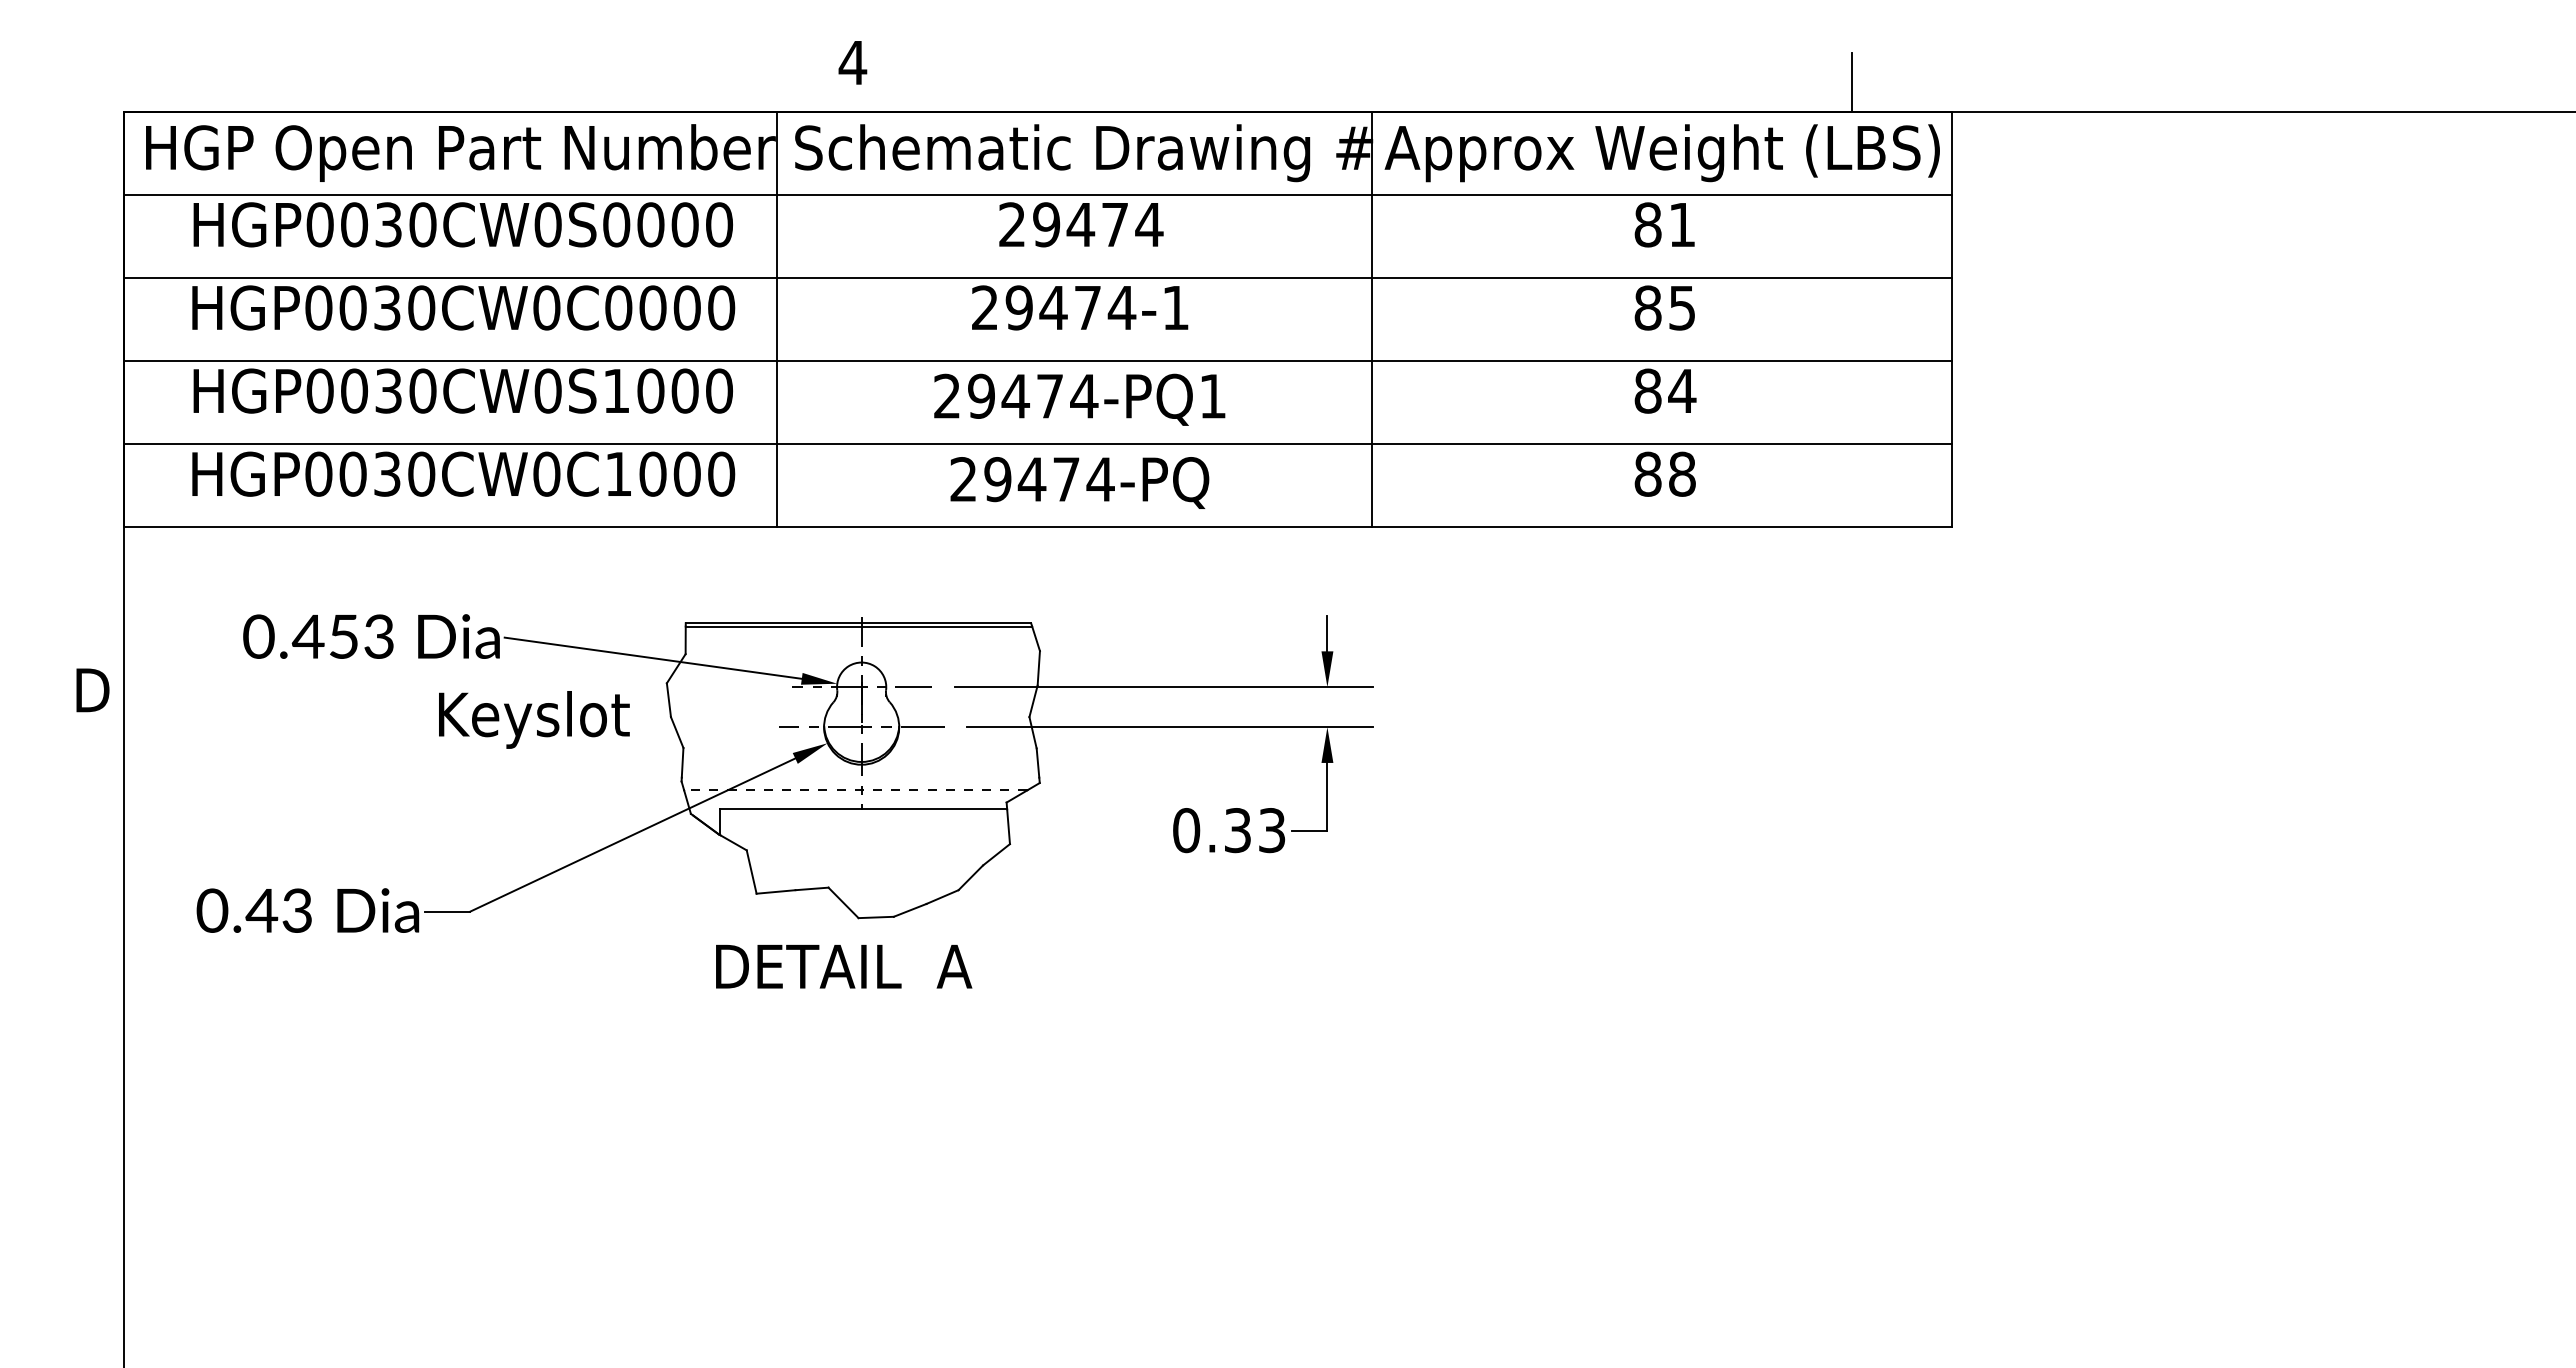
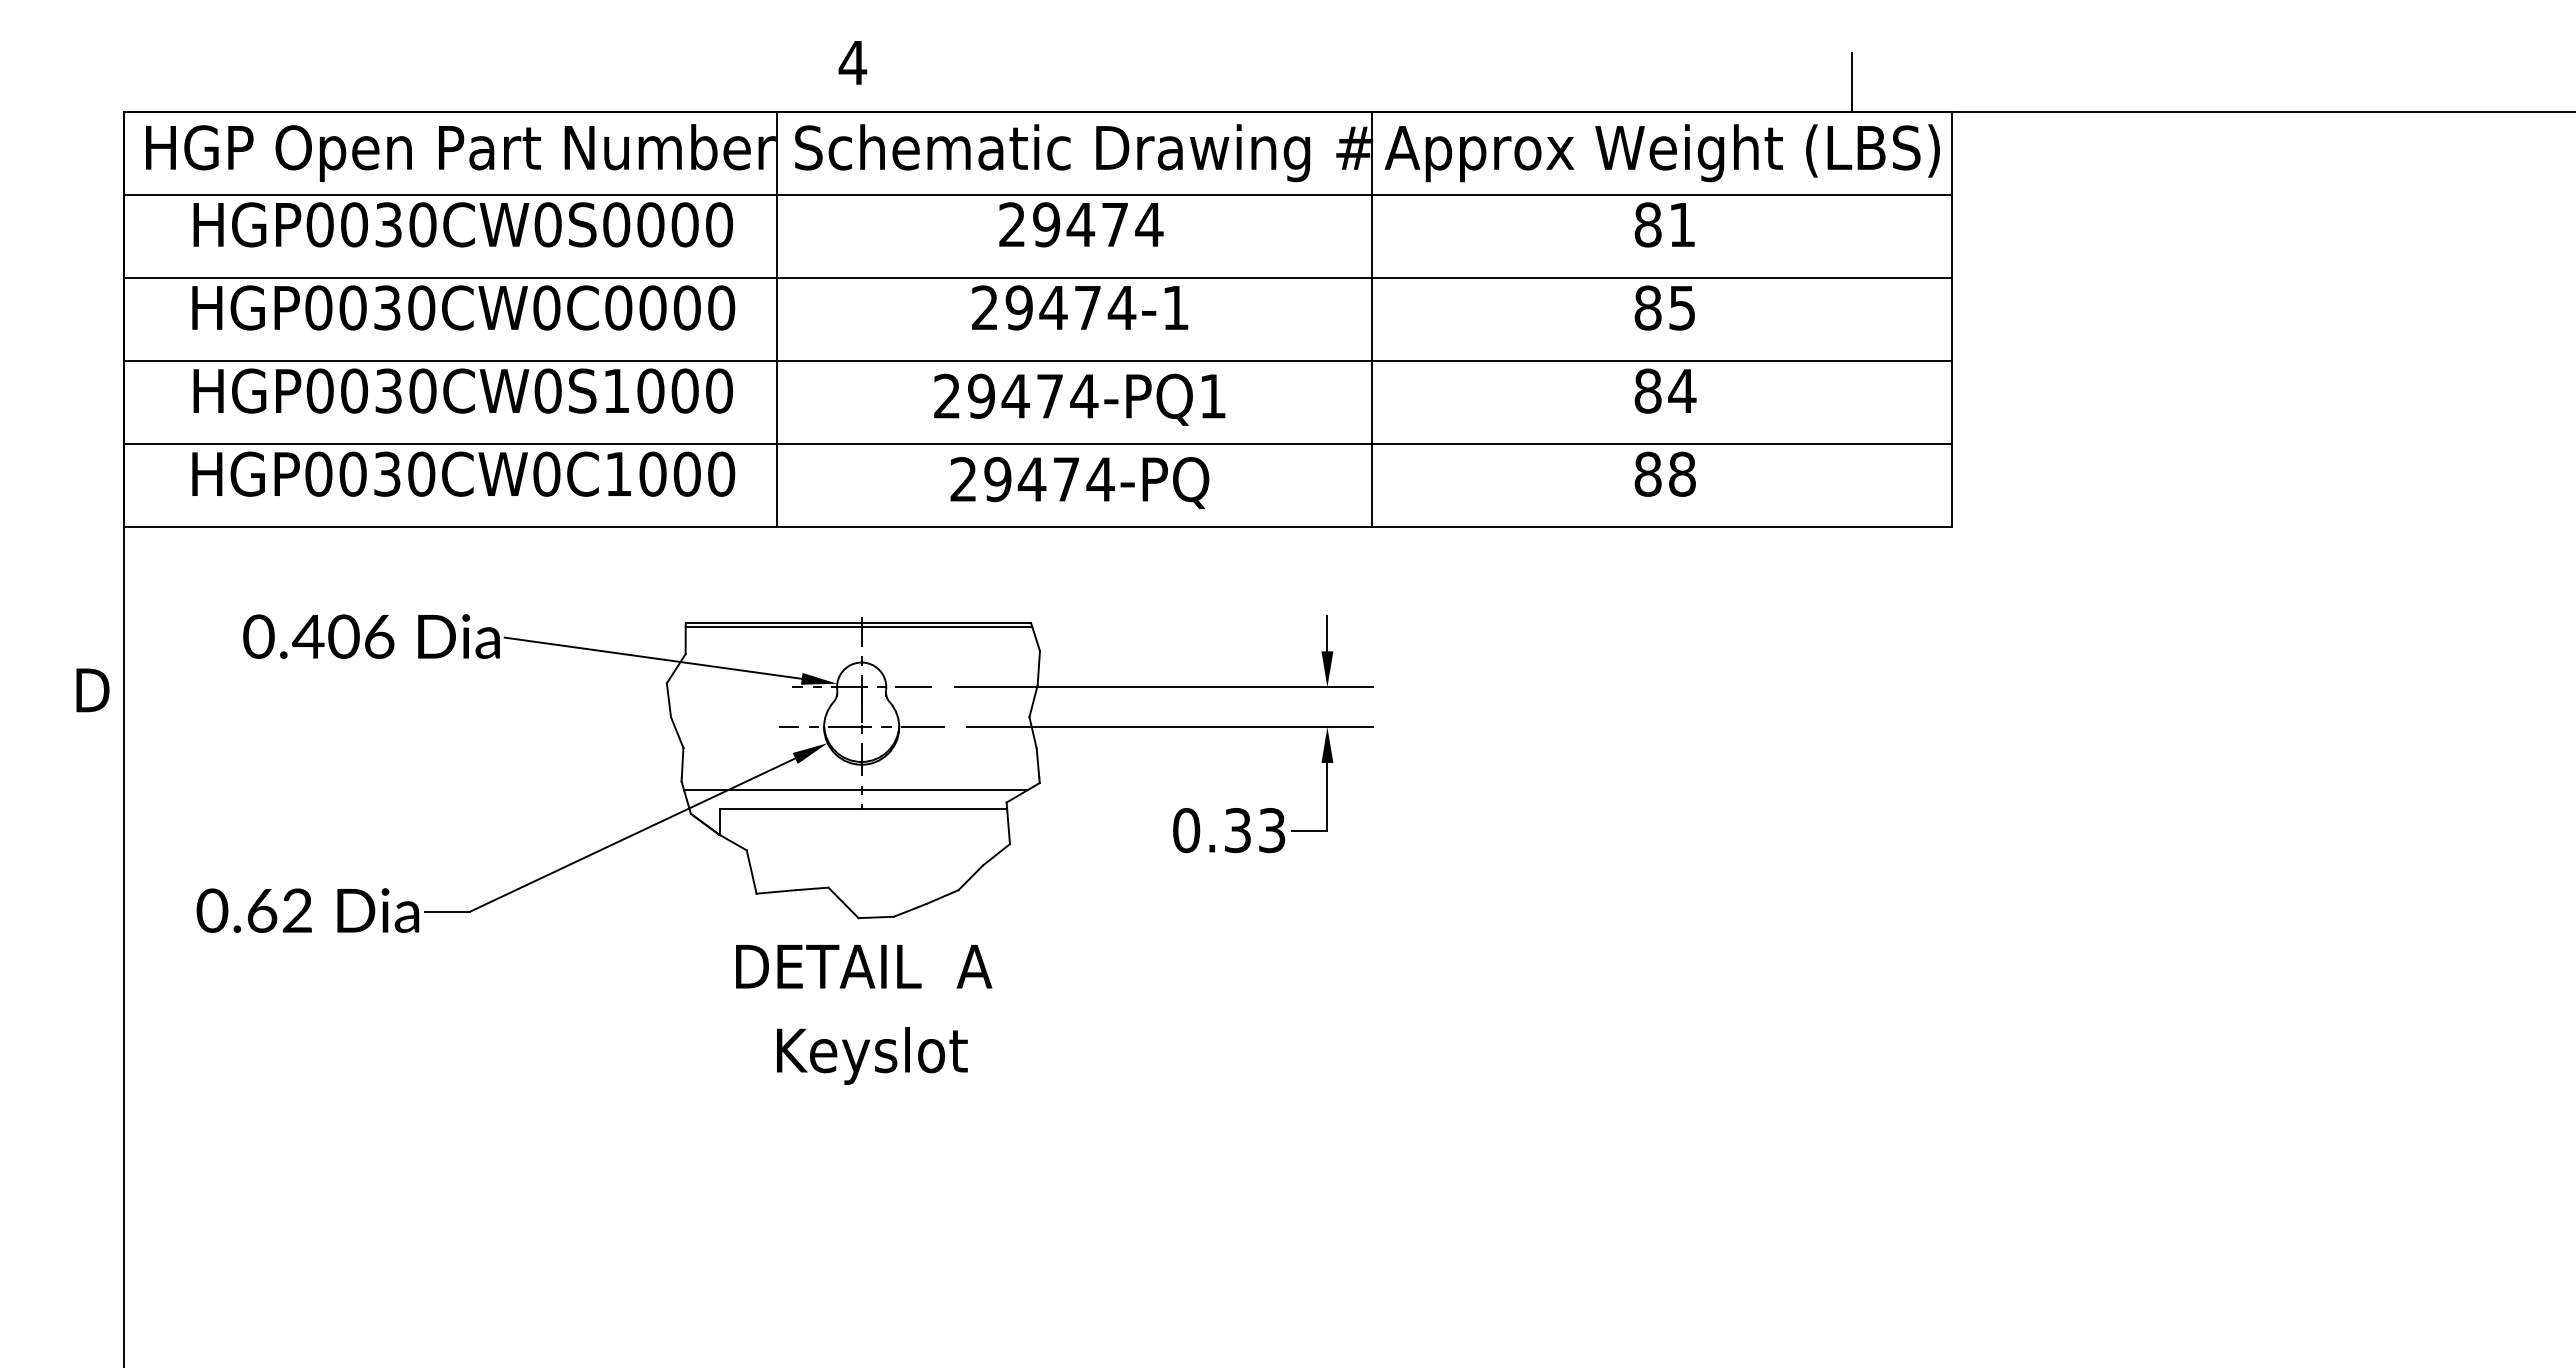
text at (361, 636): 0.453 -> 0.406
text at (534, 719) position: (534, 719) -> (872, 1055)
line at (855, 790): dashed -> solid
text at (278, 910): 0.43 -> 0.62
text at (844, 966) position: (844, 966) -> (864, 966)
